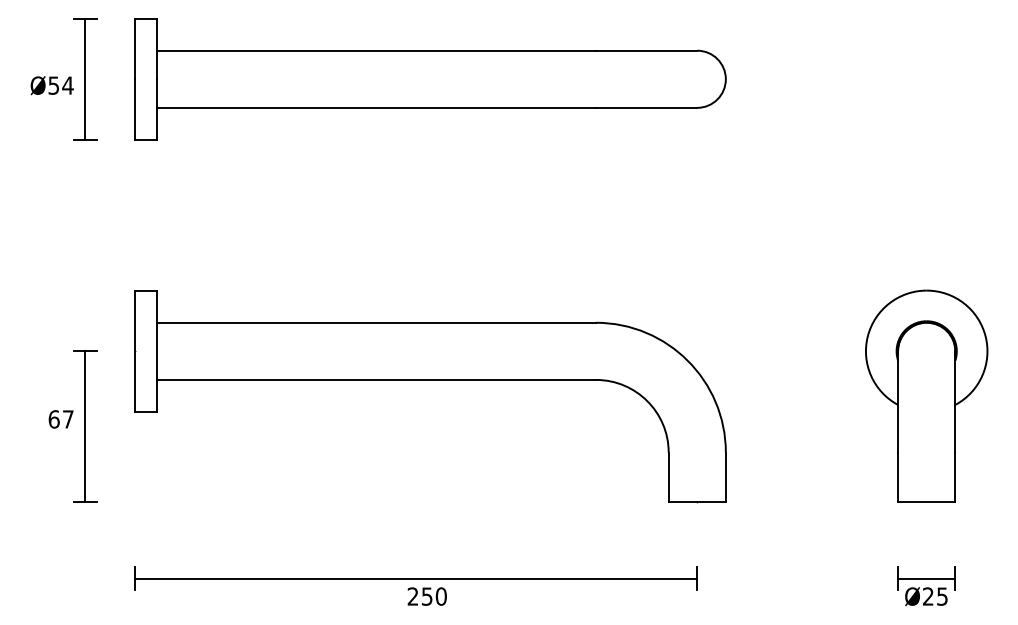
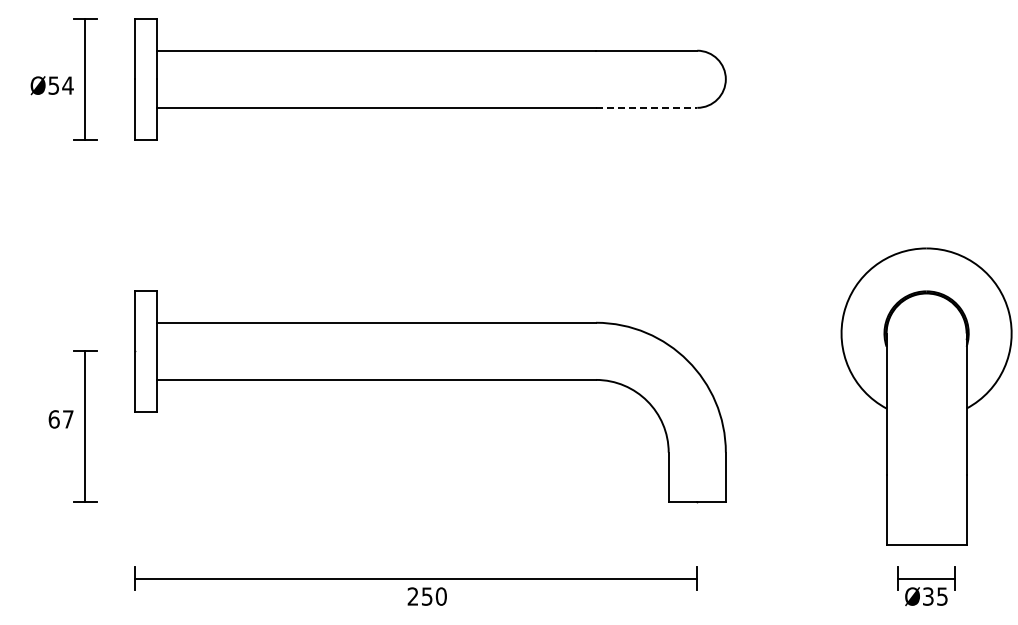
line at (646, 107): solid -> dashed
part at (926, 395) size: 124x214 px -> 173x299 px
text at (928, 596): Ø25 -> Ø35
